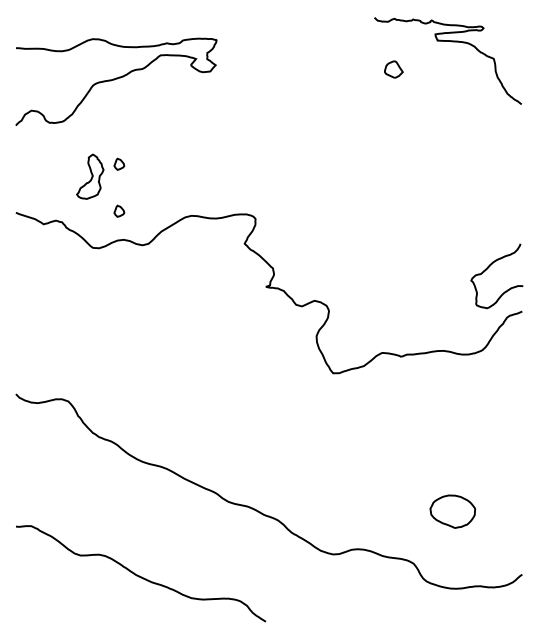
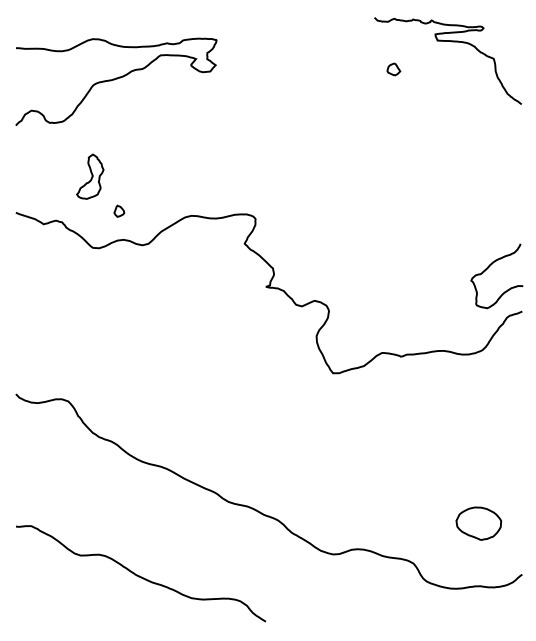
part at (393, 69) size: 20x19 px -> 16x15 px
part at (119, 163): present -> none
part at (452, 511) position: (452, 511) -> (478, 523)
